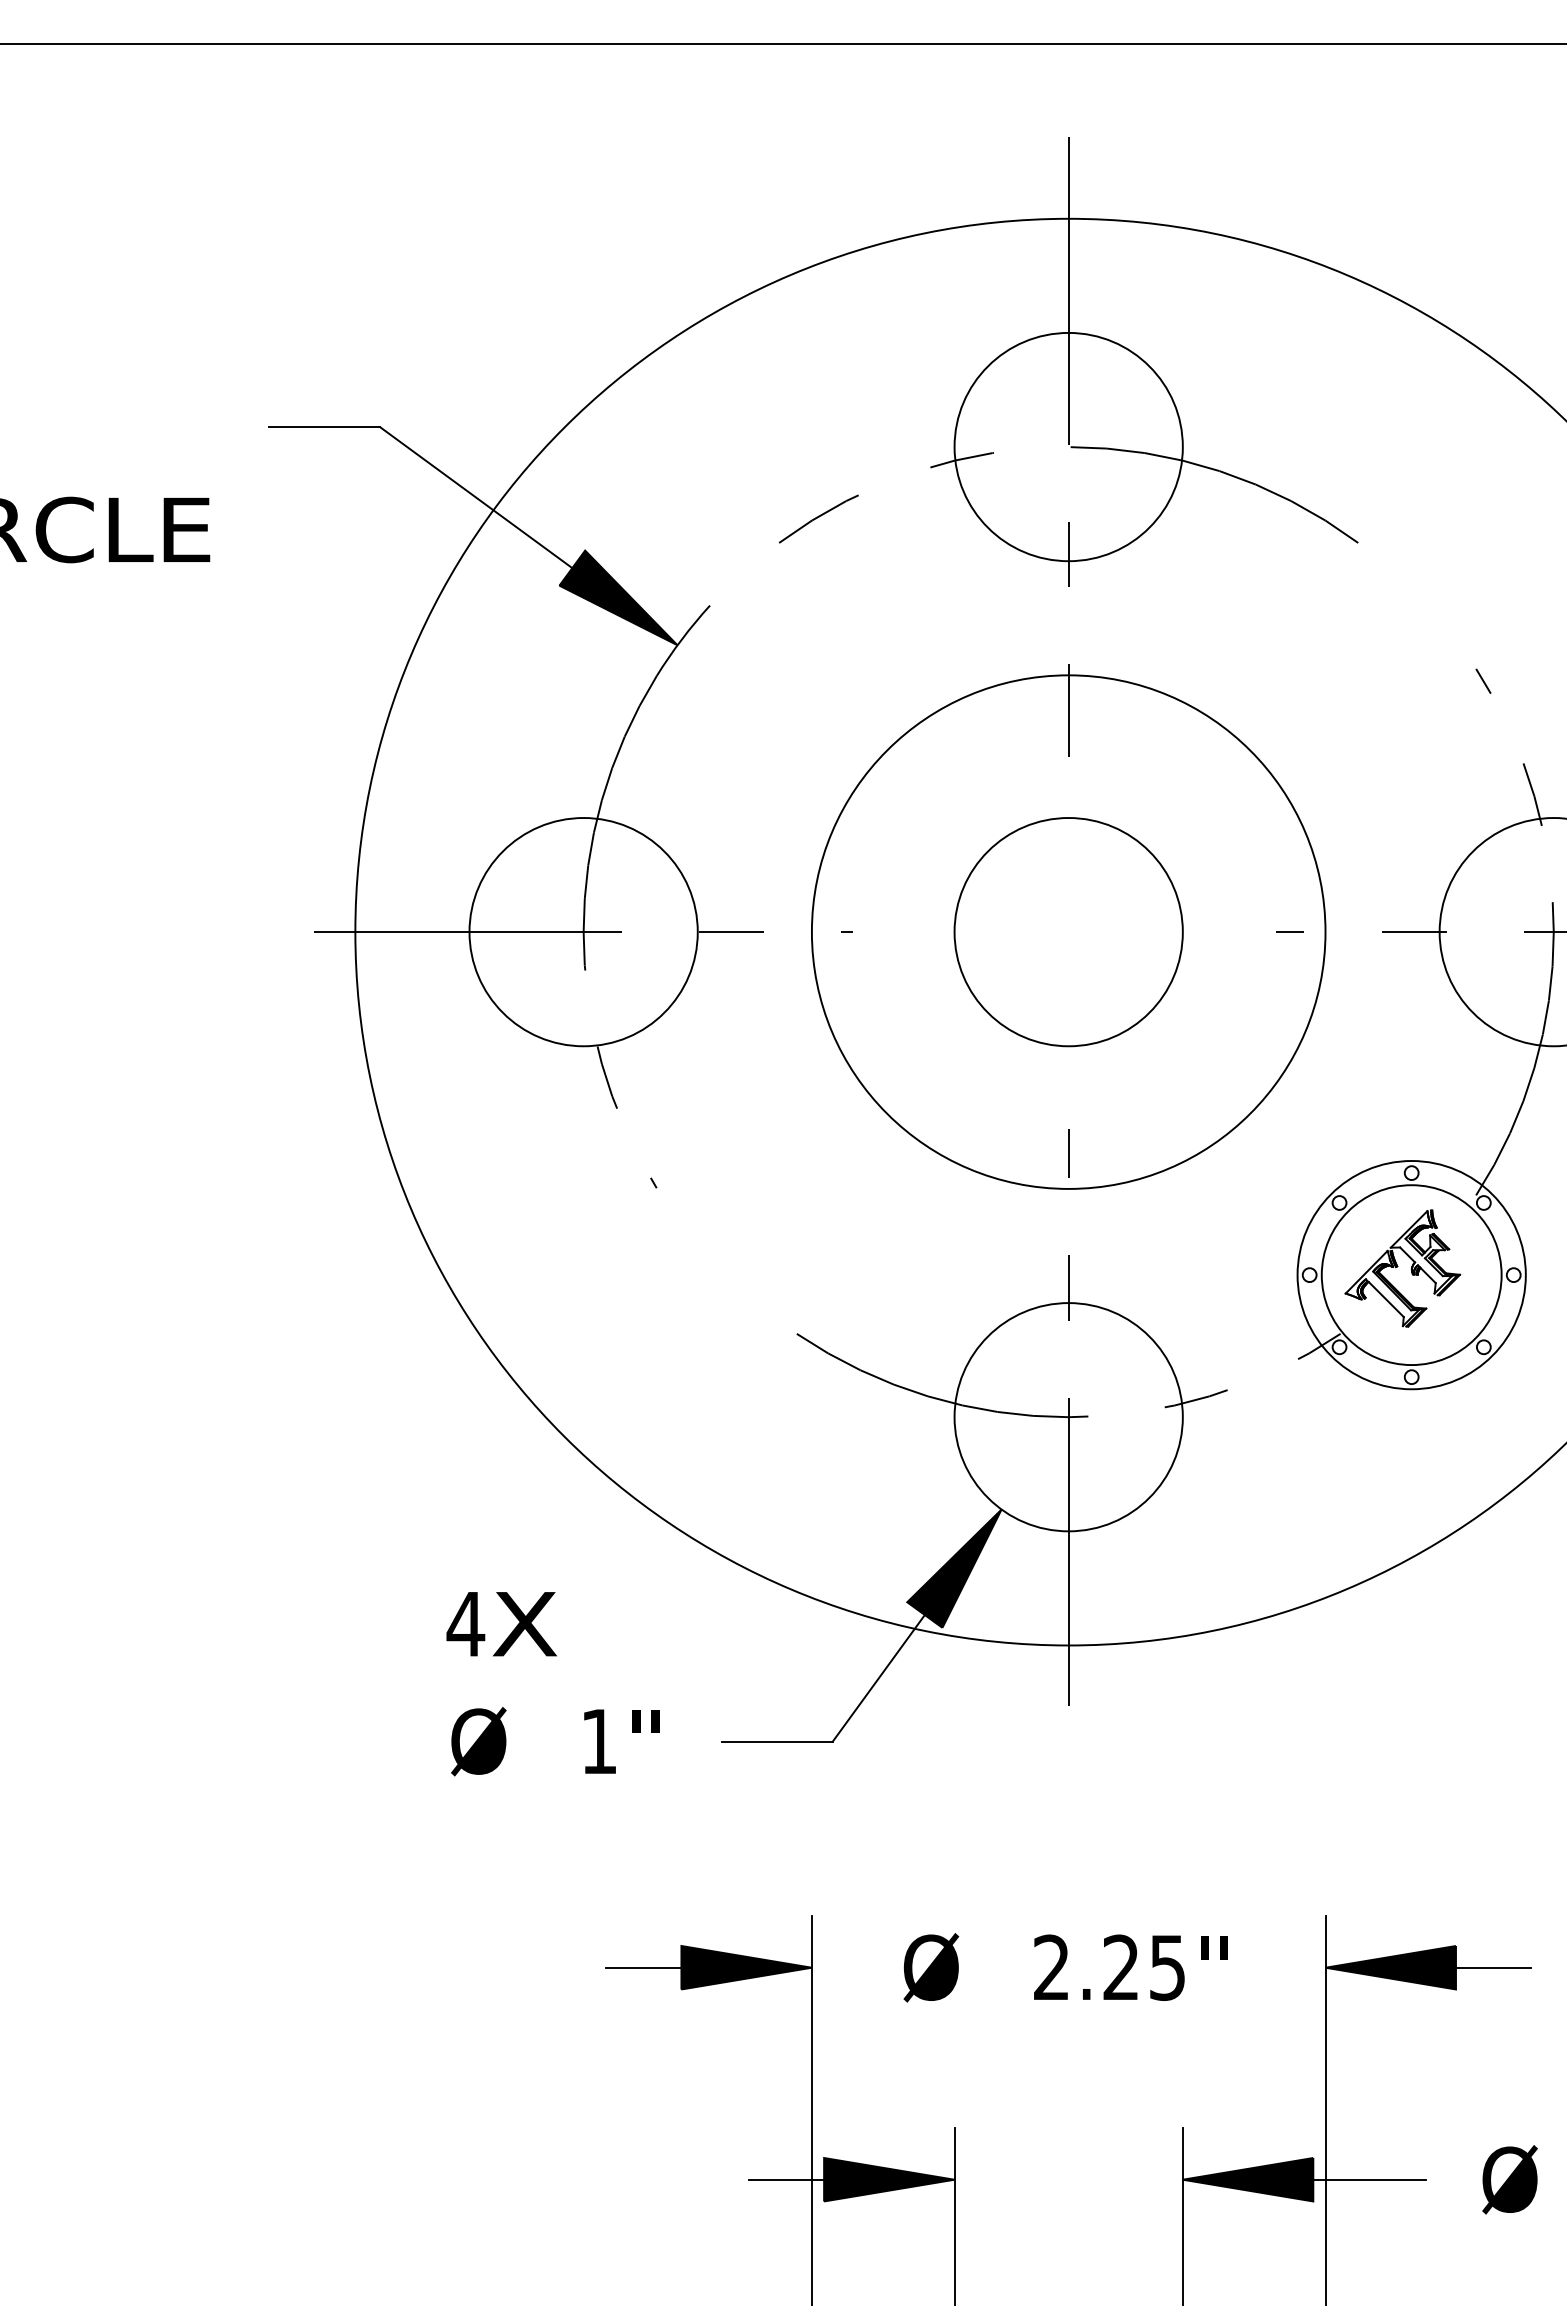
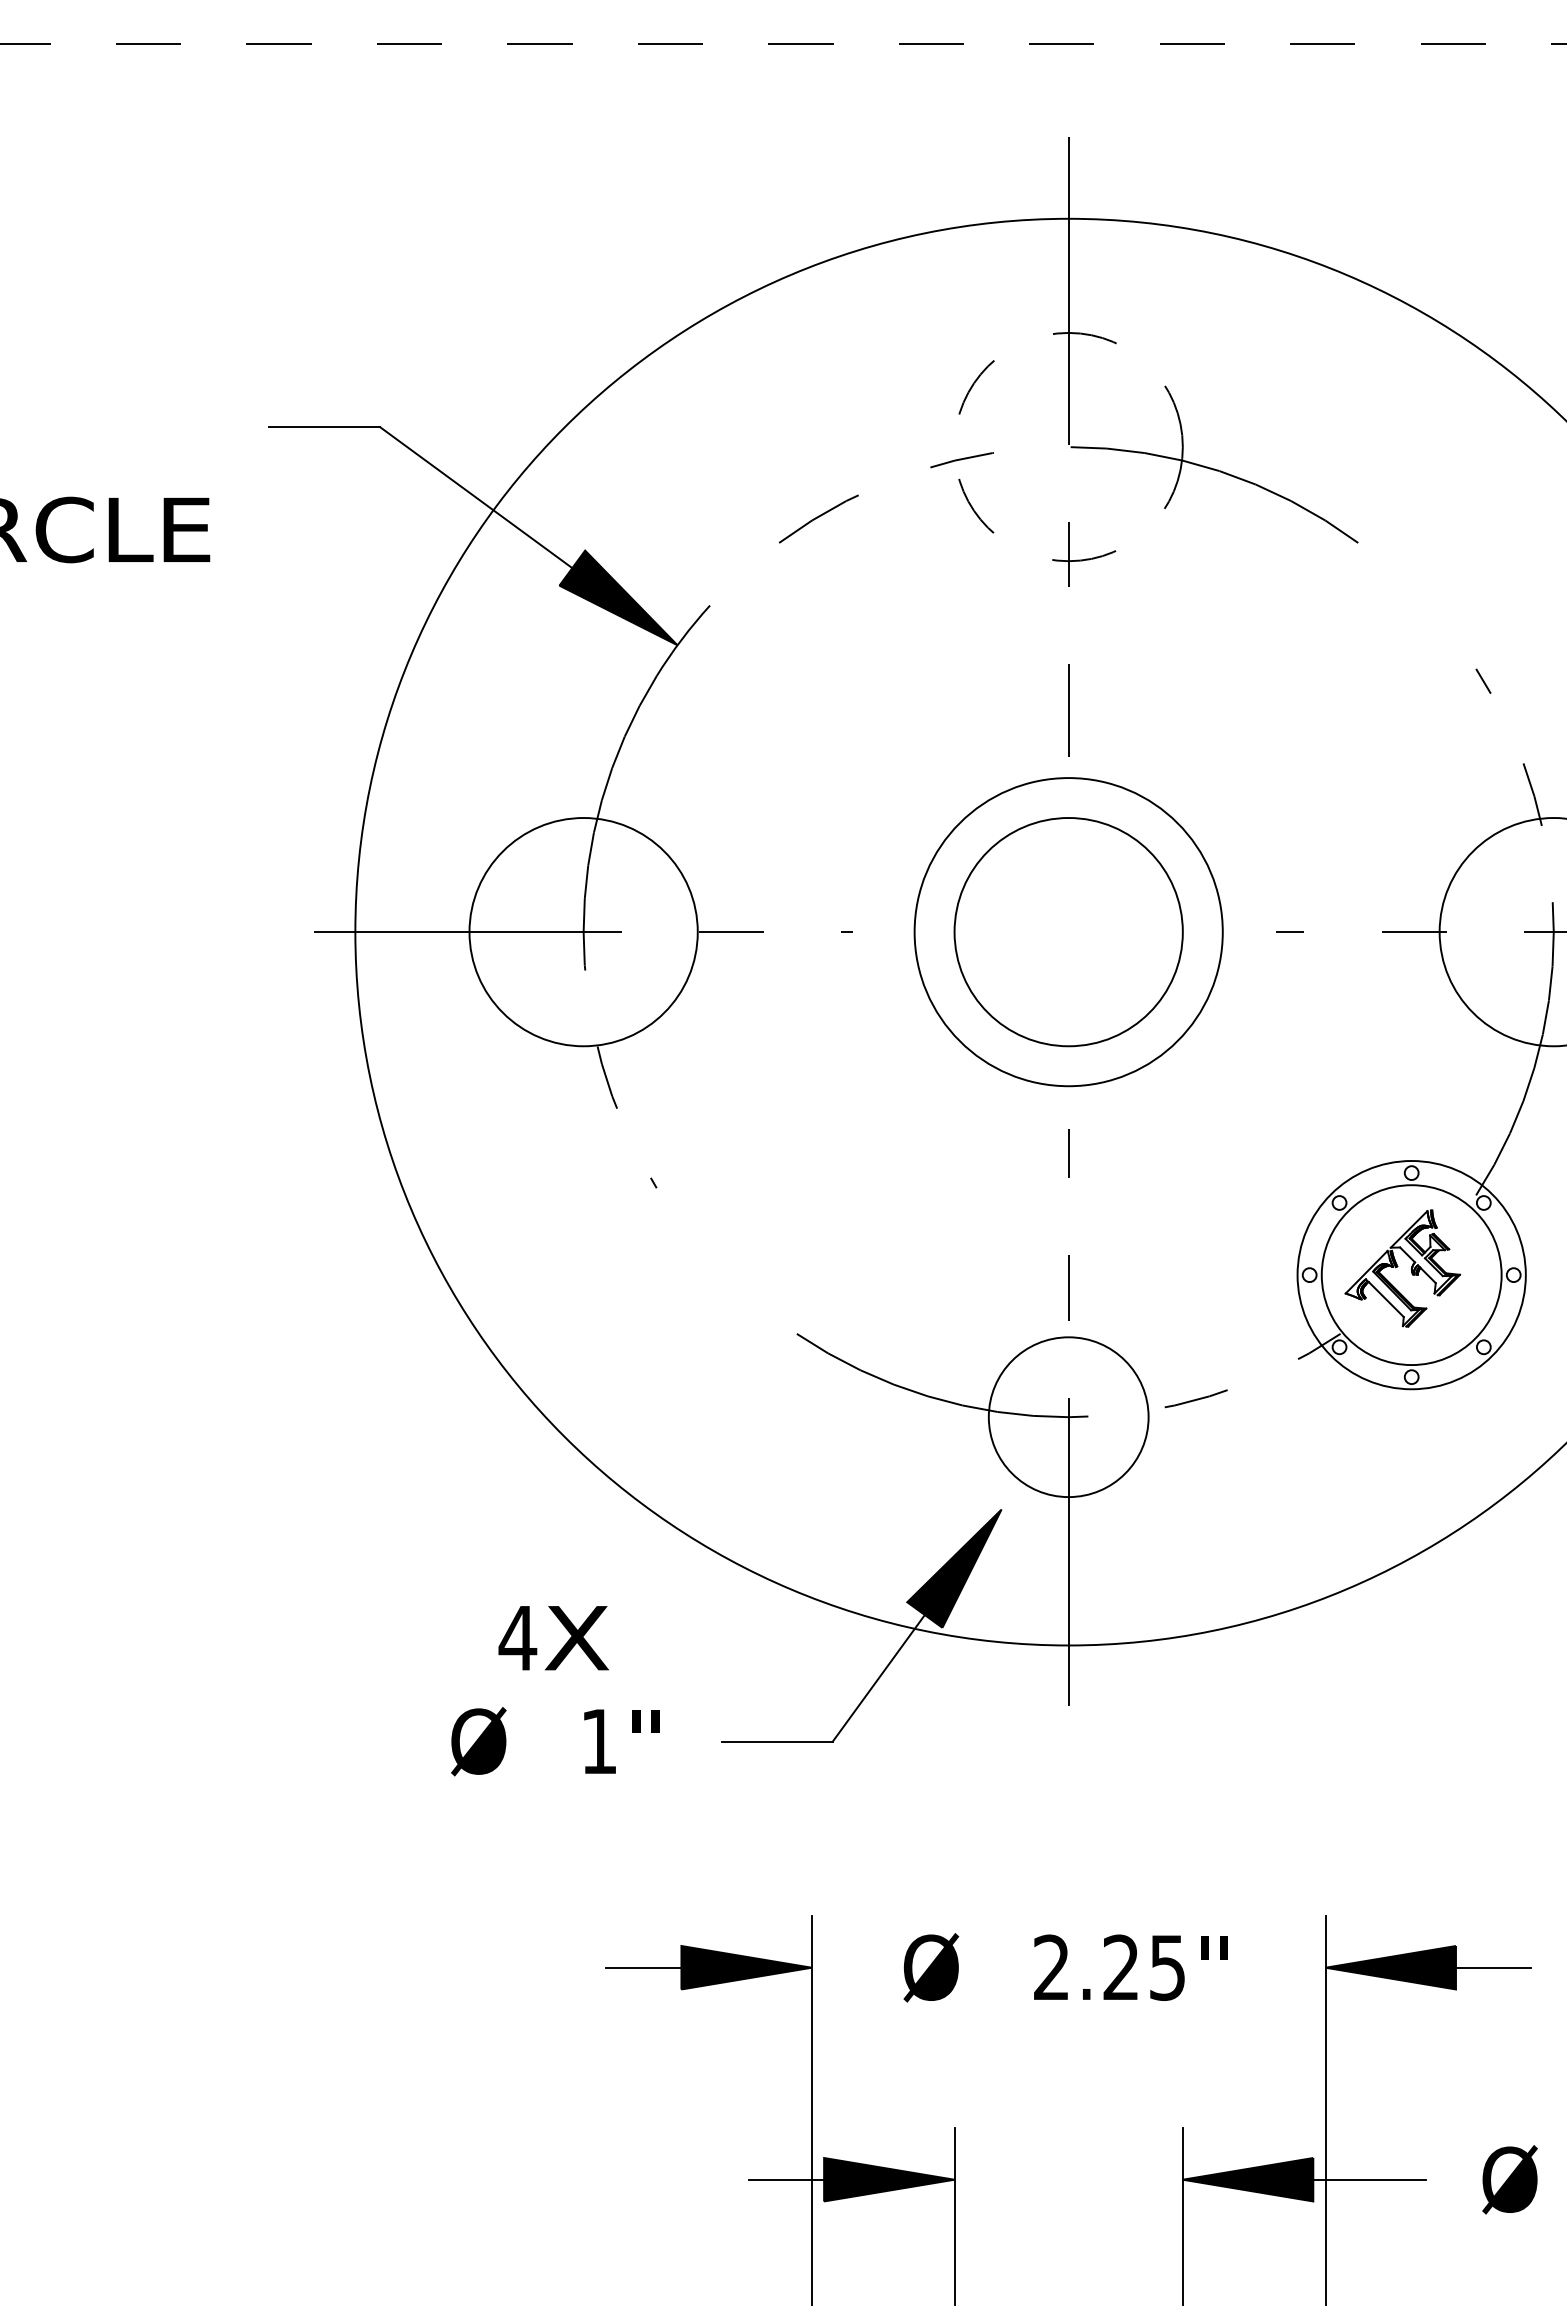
line at (783, 44): solid -> dashed
circle at (1068, 446): solid -> dashed
circle at (1068, 931) diameter: 514 px -> 308 px
circle at (1068, 1417) diameter: 228 px -> 160 px
text at (501, 1624) position: (501, 1624) -> (553, 1638)
